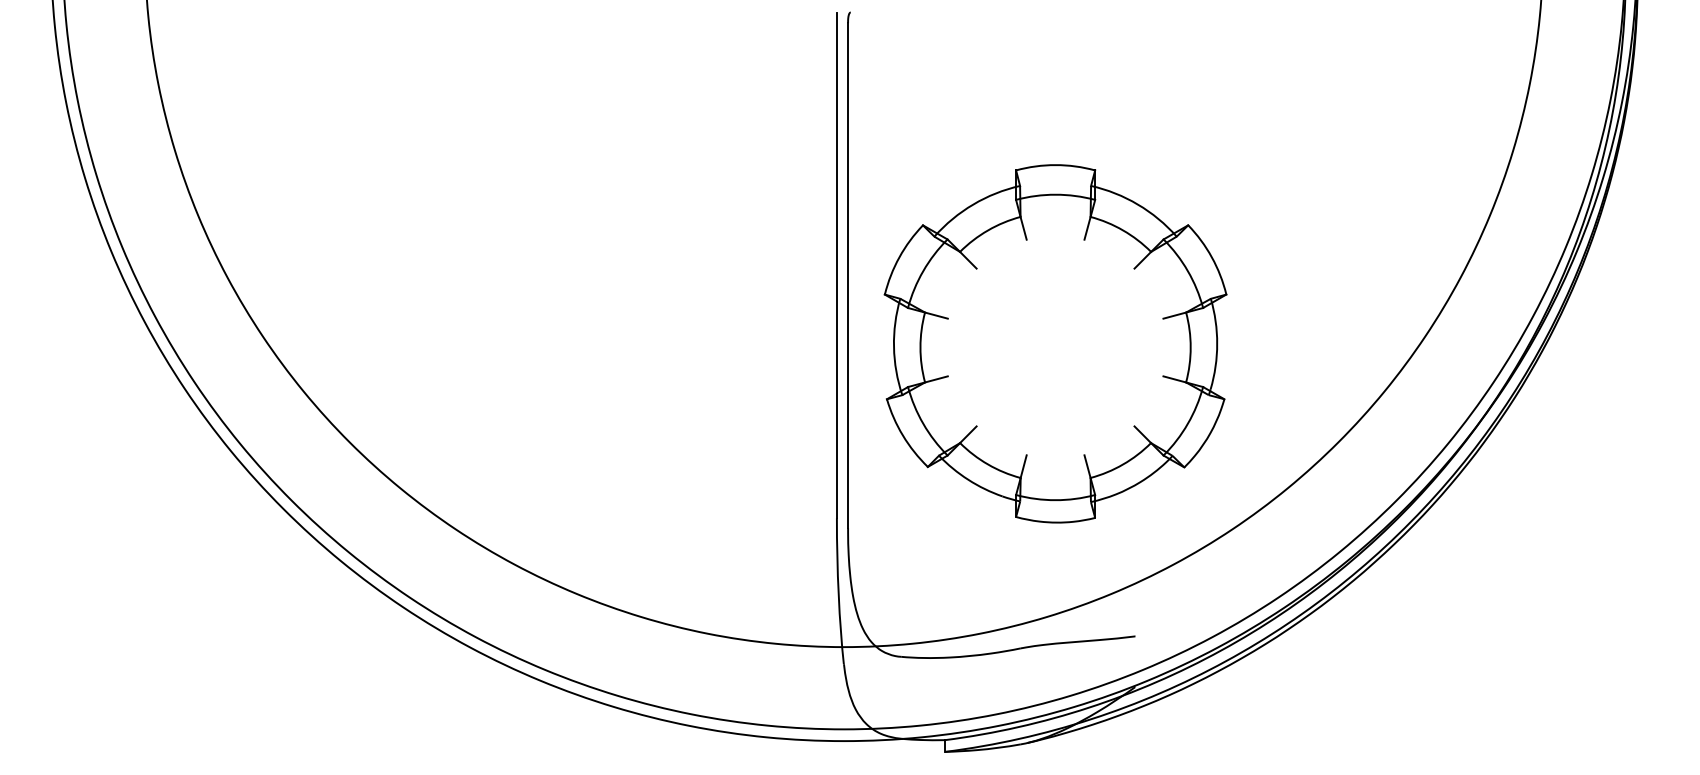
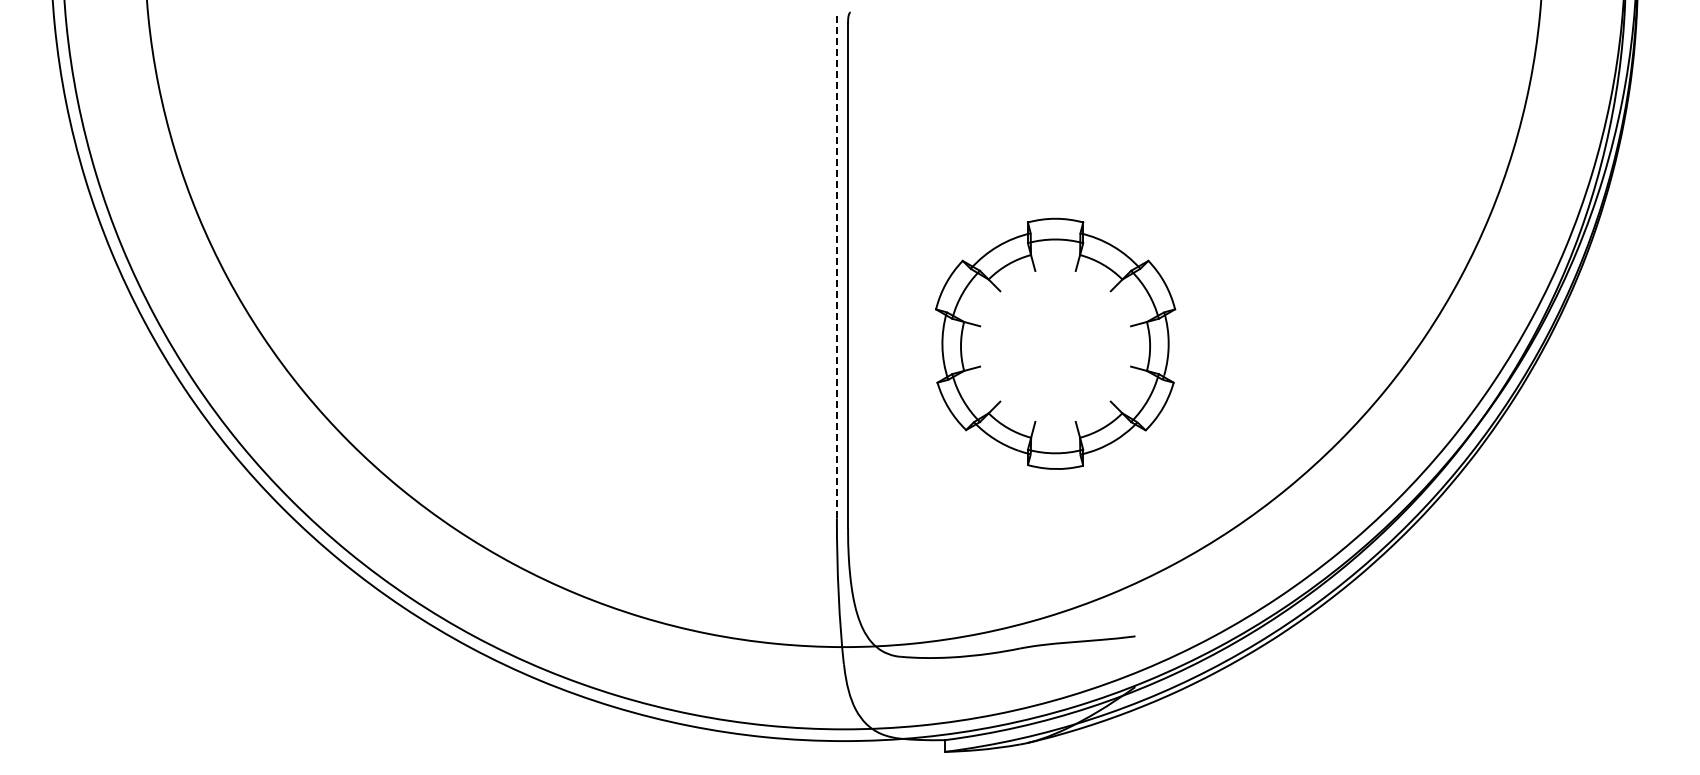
line at (836, 265): solid -> dashed
part at (1055, 343) size: 345x360 px -> 242x253 px
